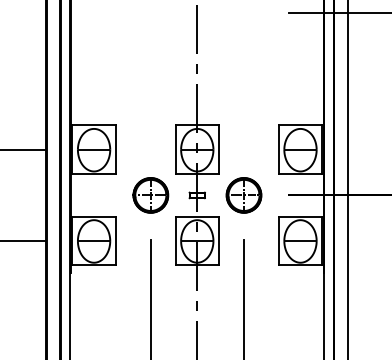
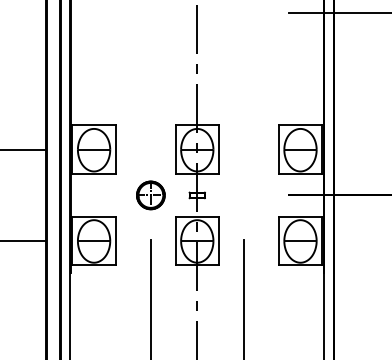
line at (347, 179): present -> none
part at (150, 195) size: 38x37 px -> 30x31 px
part at (243, 195): present -> none
